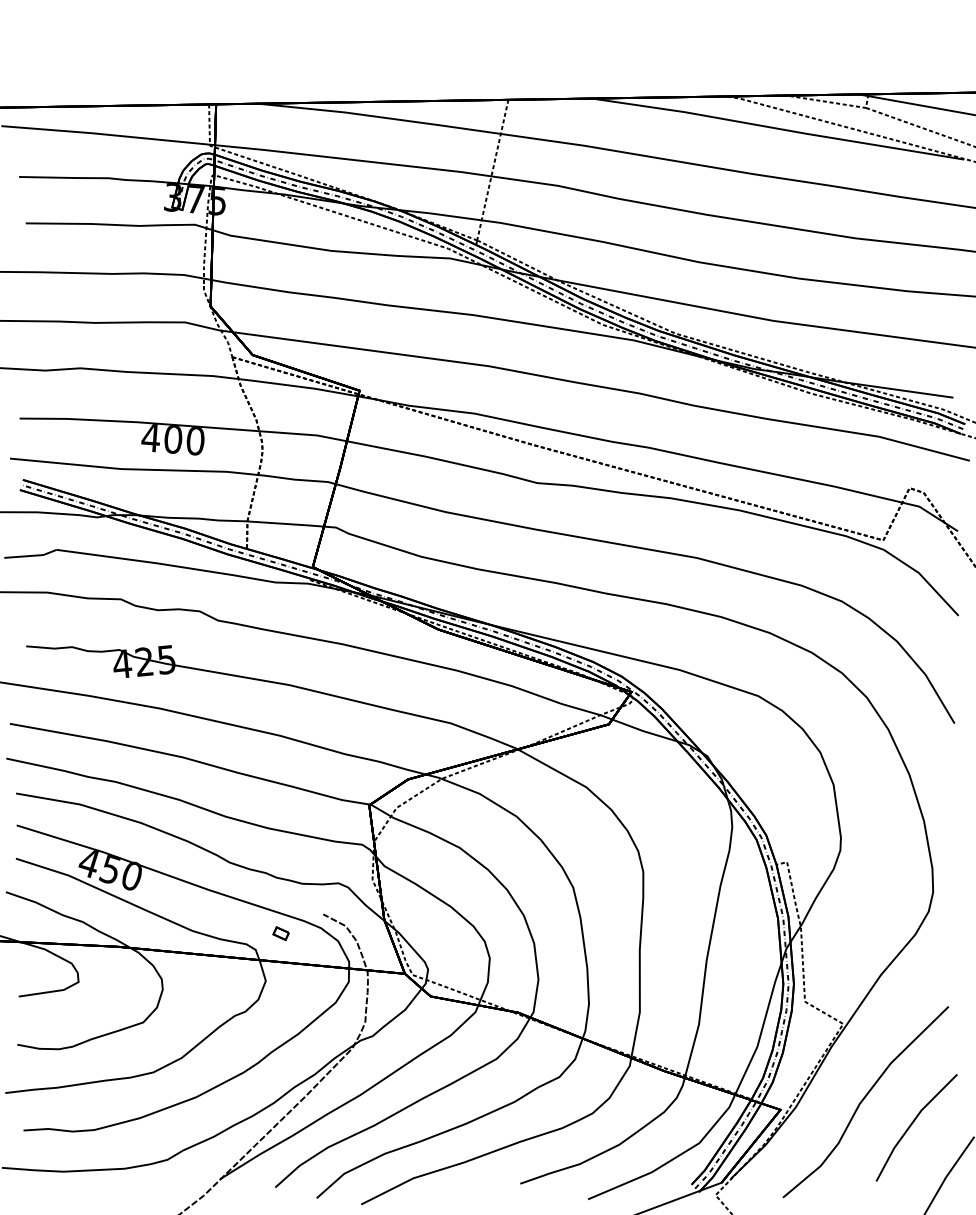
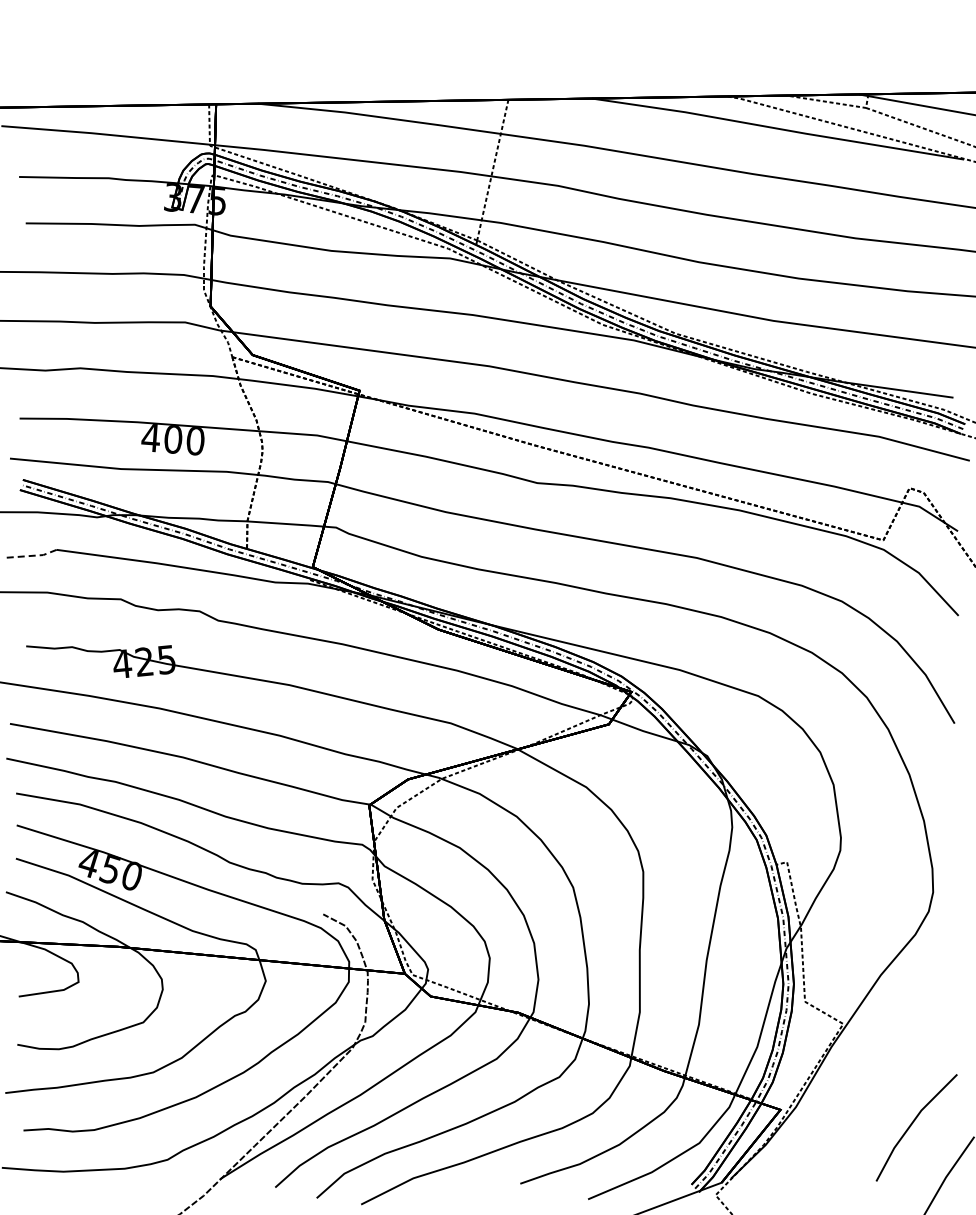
line at (31, 555): solid -> dashed
part at (280, 933): present -> none
curve at (863, 1100): present -> none
